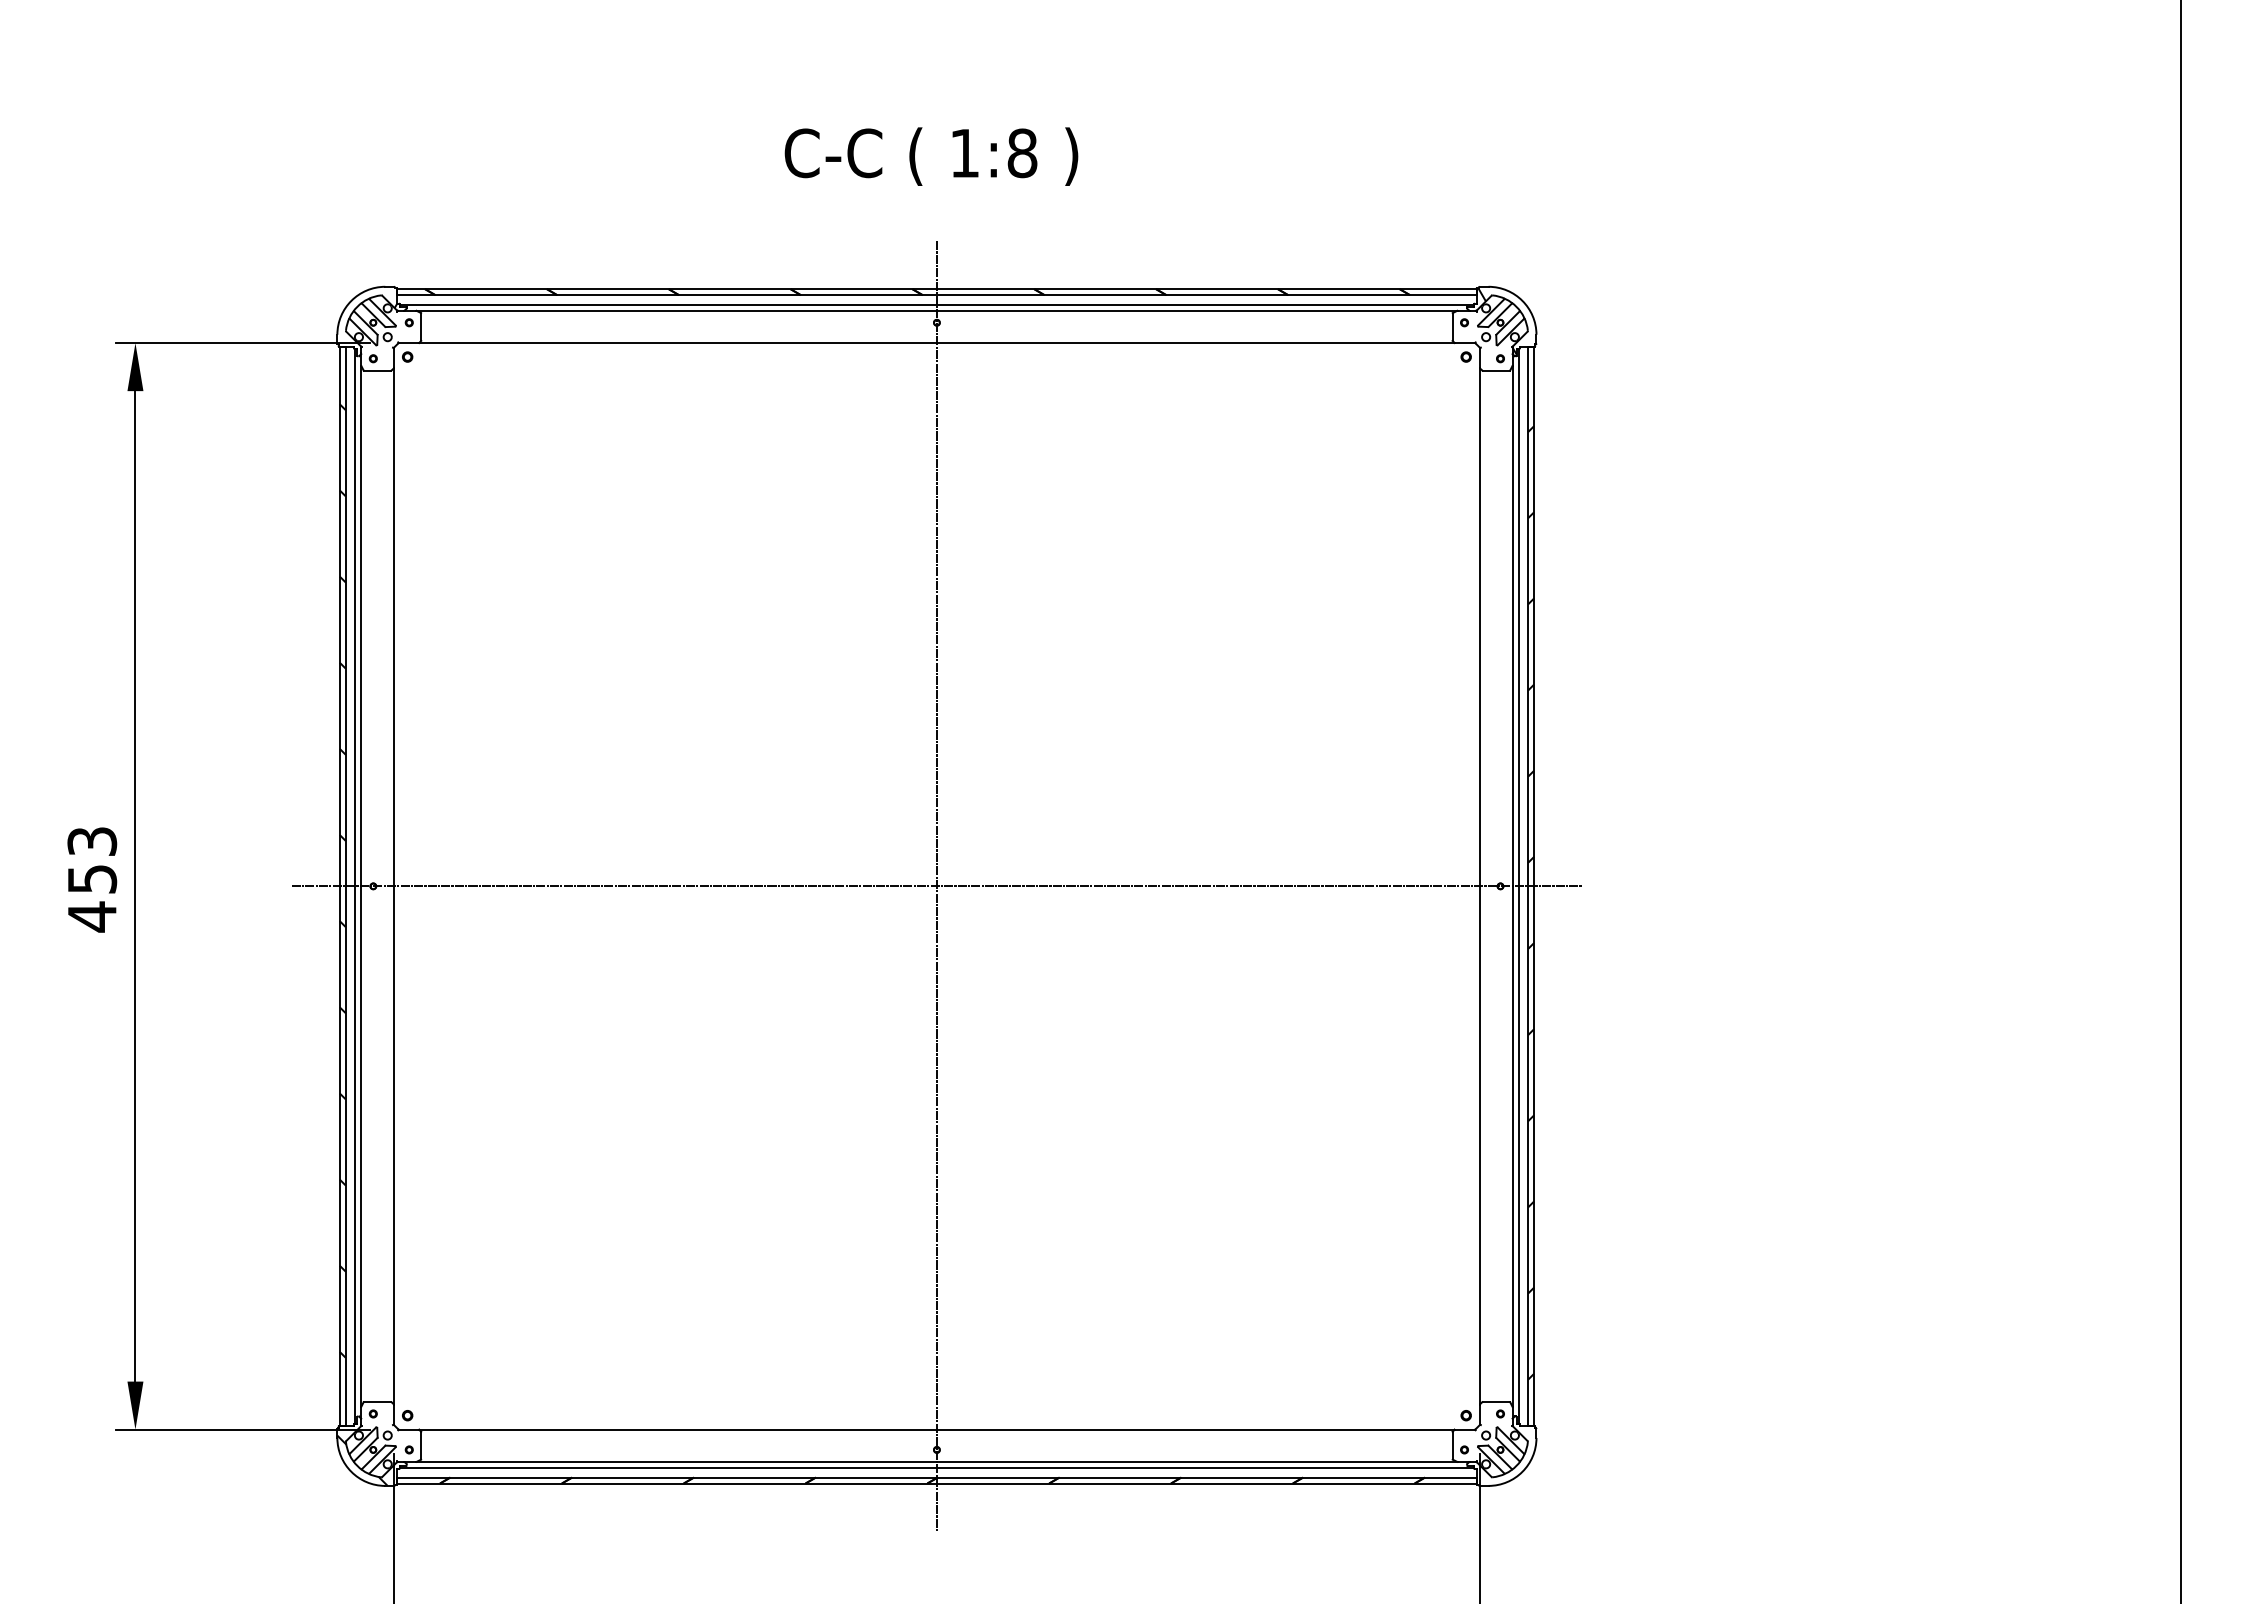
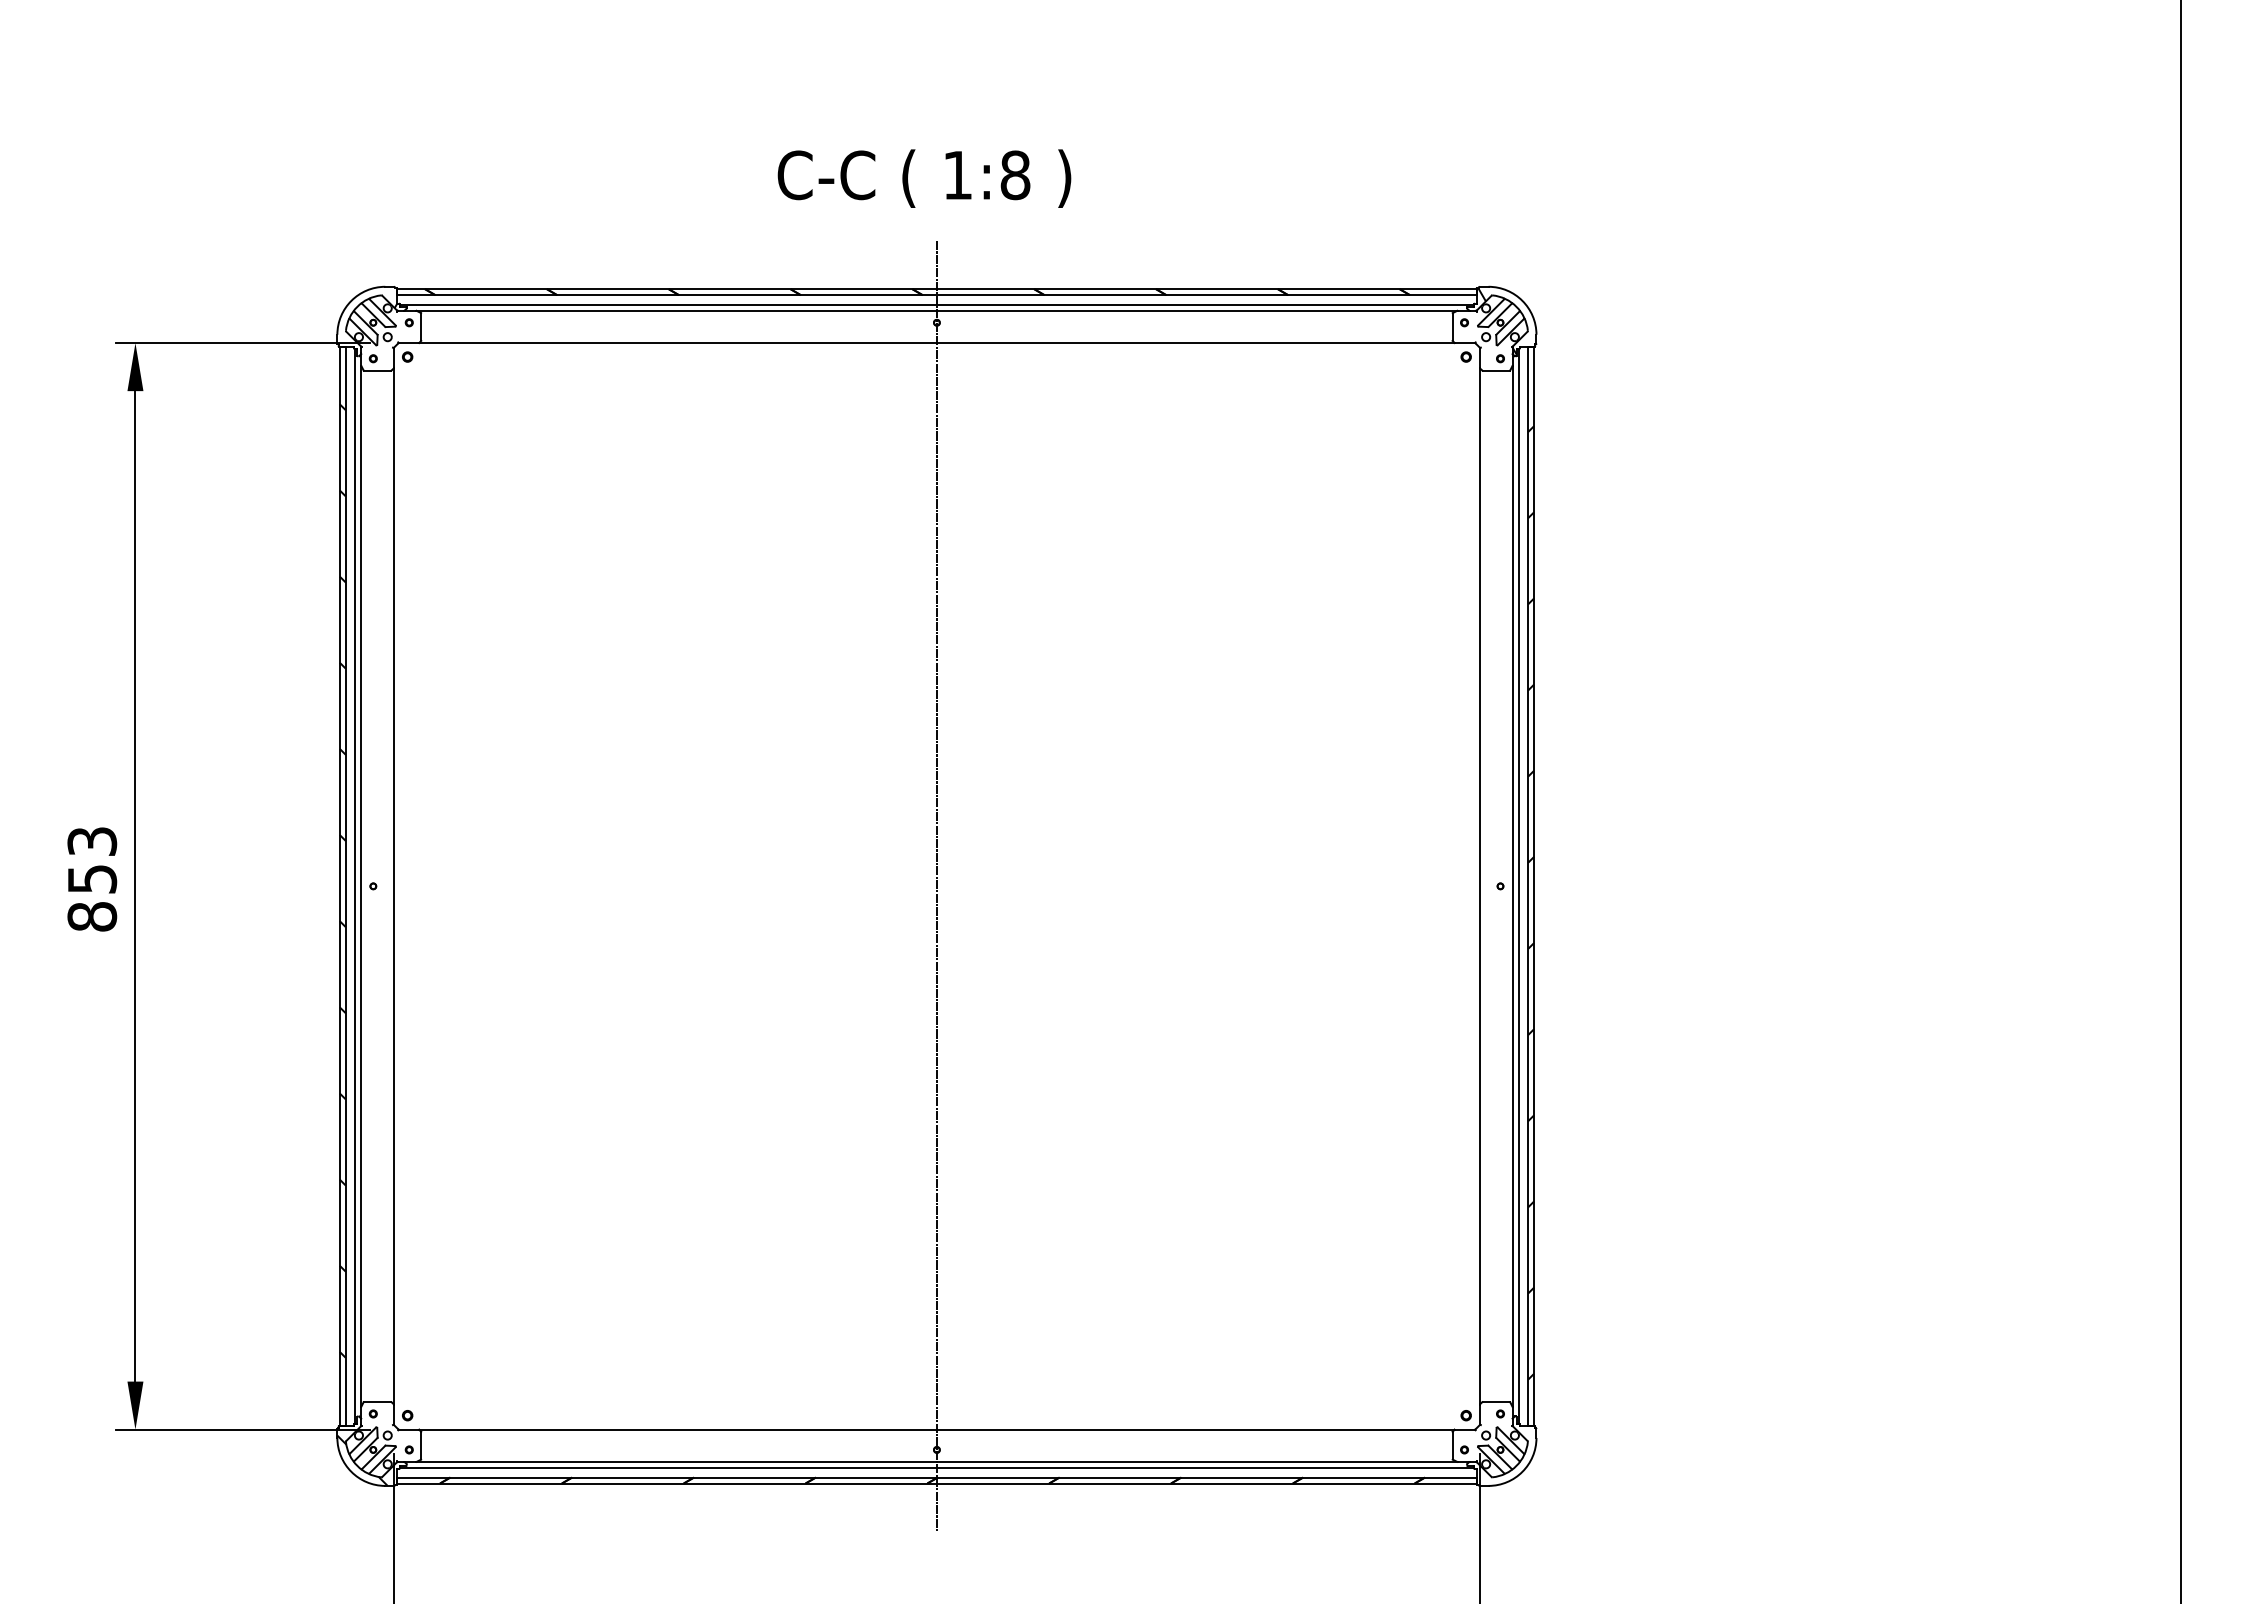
text at (931, 156) position: (931, 156) -> (924, 178)
line at (936, 886): present -> none
text at (92, 916): 453 -> 853
